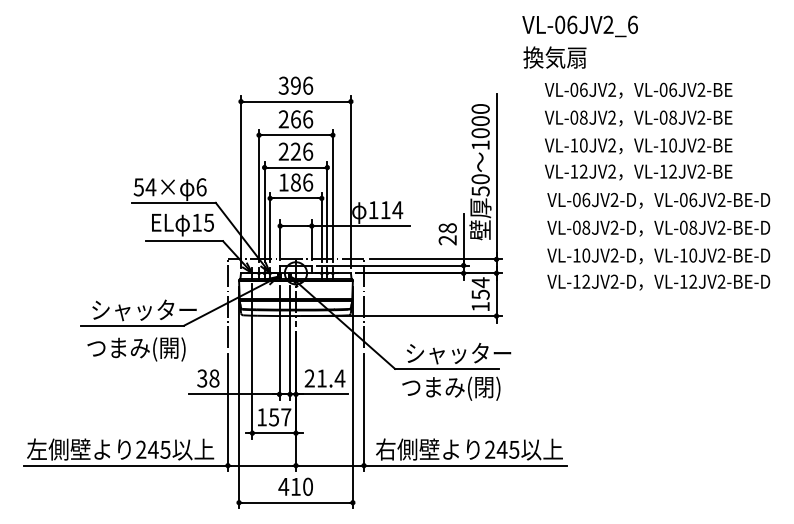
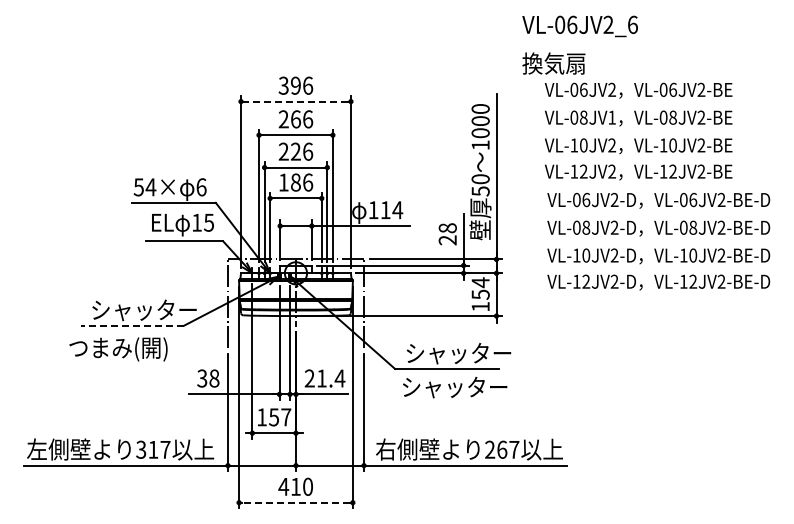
text at (554, 57) position: (554, 57) -> (553, 63)
line at (295, 101): solid -> dashed
text at (611, 117): VL-08JV2 -> VL-08JV1
line at (132, 325): solid -> dashed
text at (136, 349) position: (136, 349) -> (118, 349)
text at (454, 388): つまみ(閉) -> シャッター
text at (153, 449): 245 -> 317
text at (507, 449): 245 -> 267
line at (295, 502): solid -> dashed
